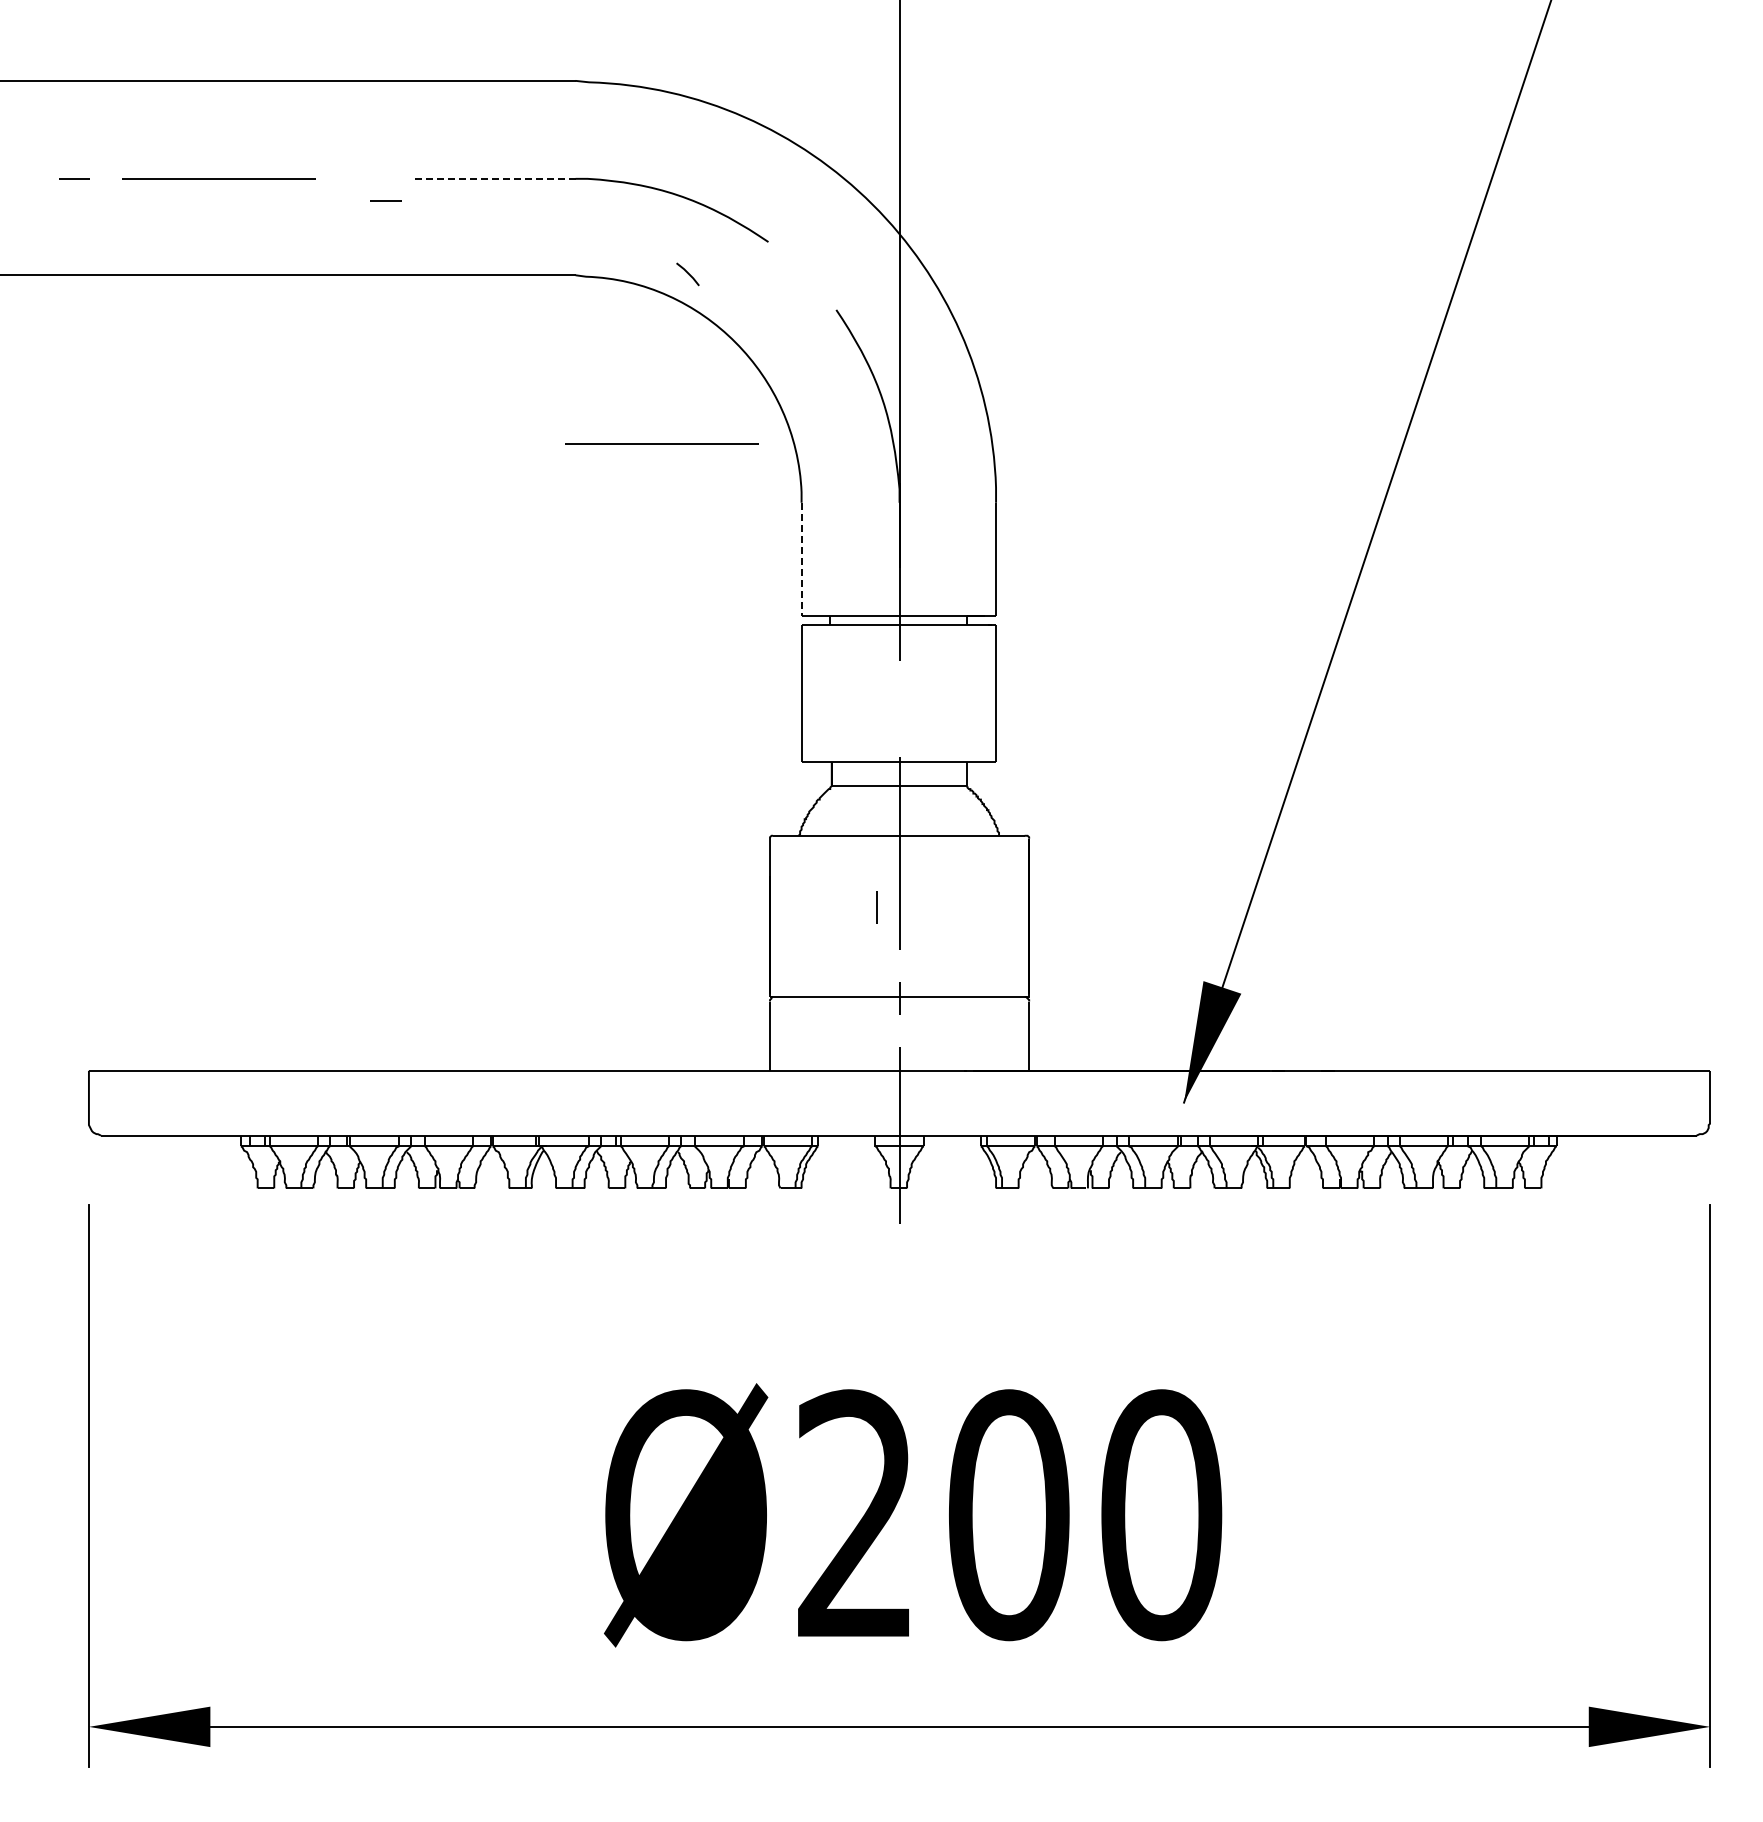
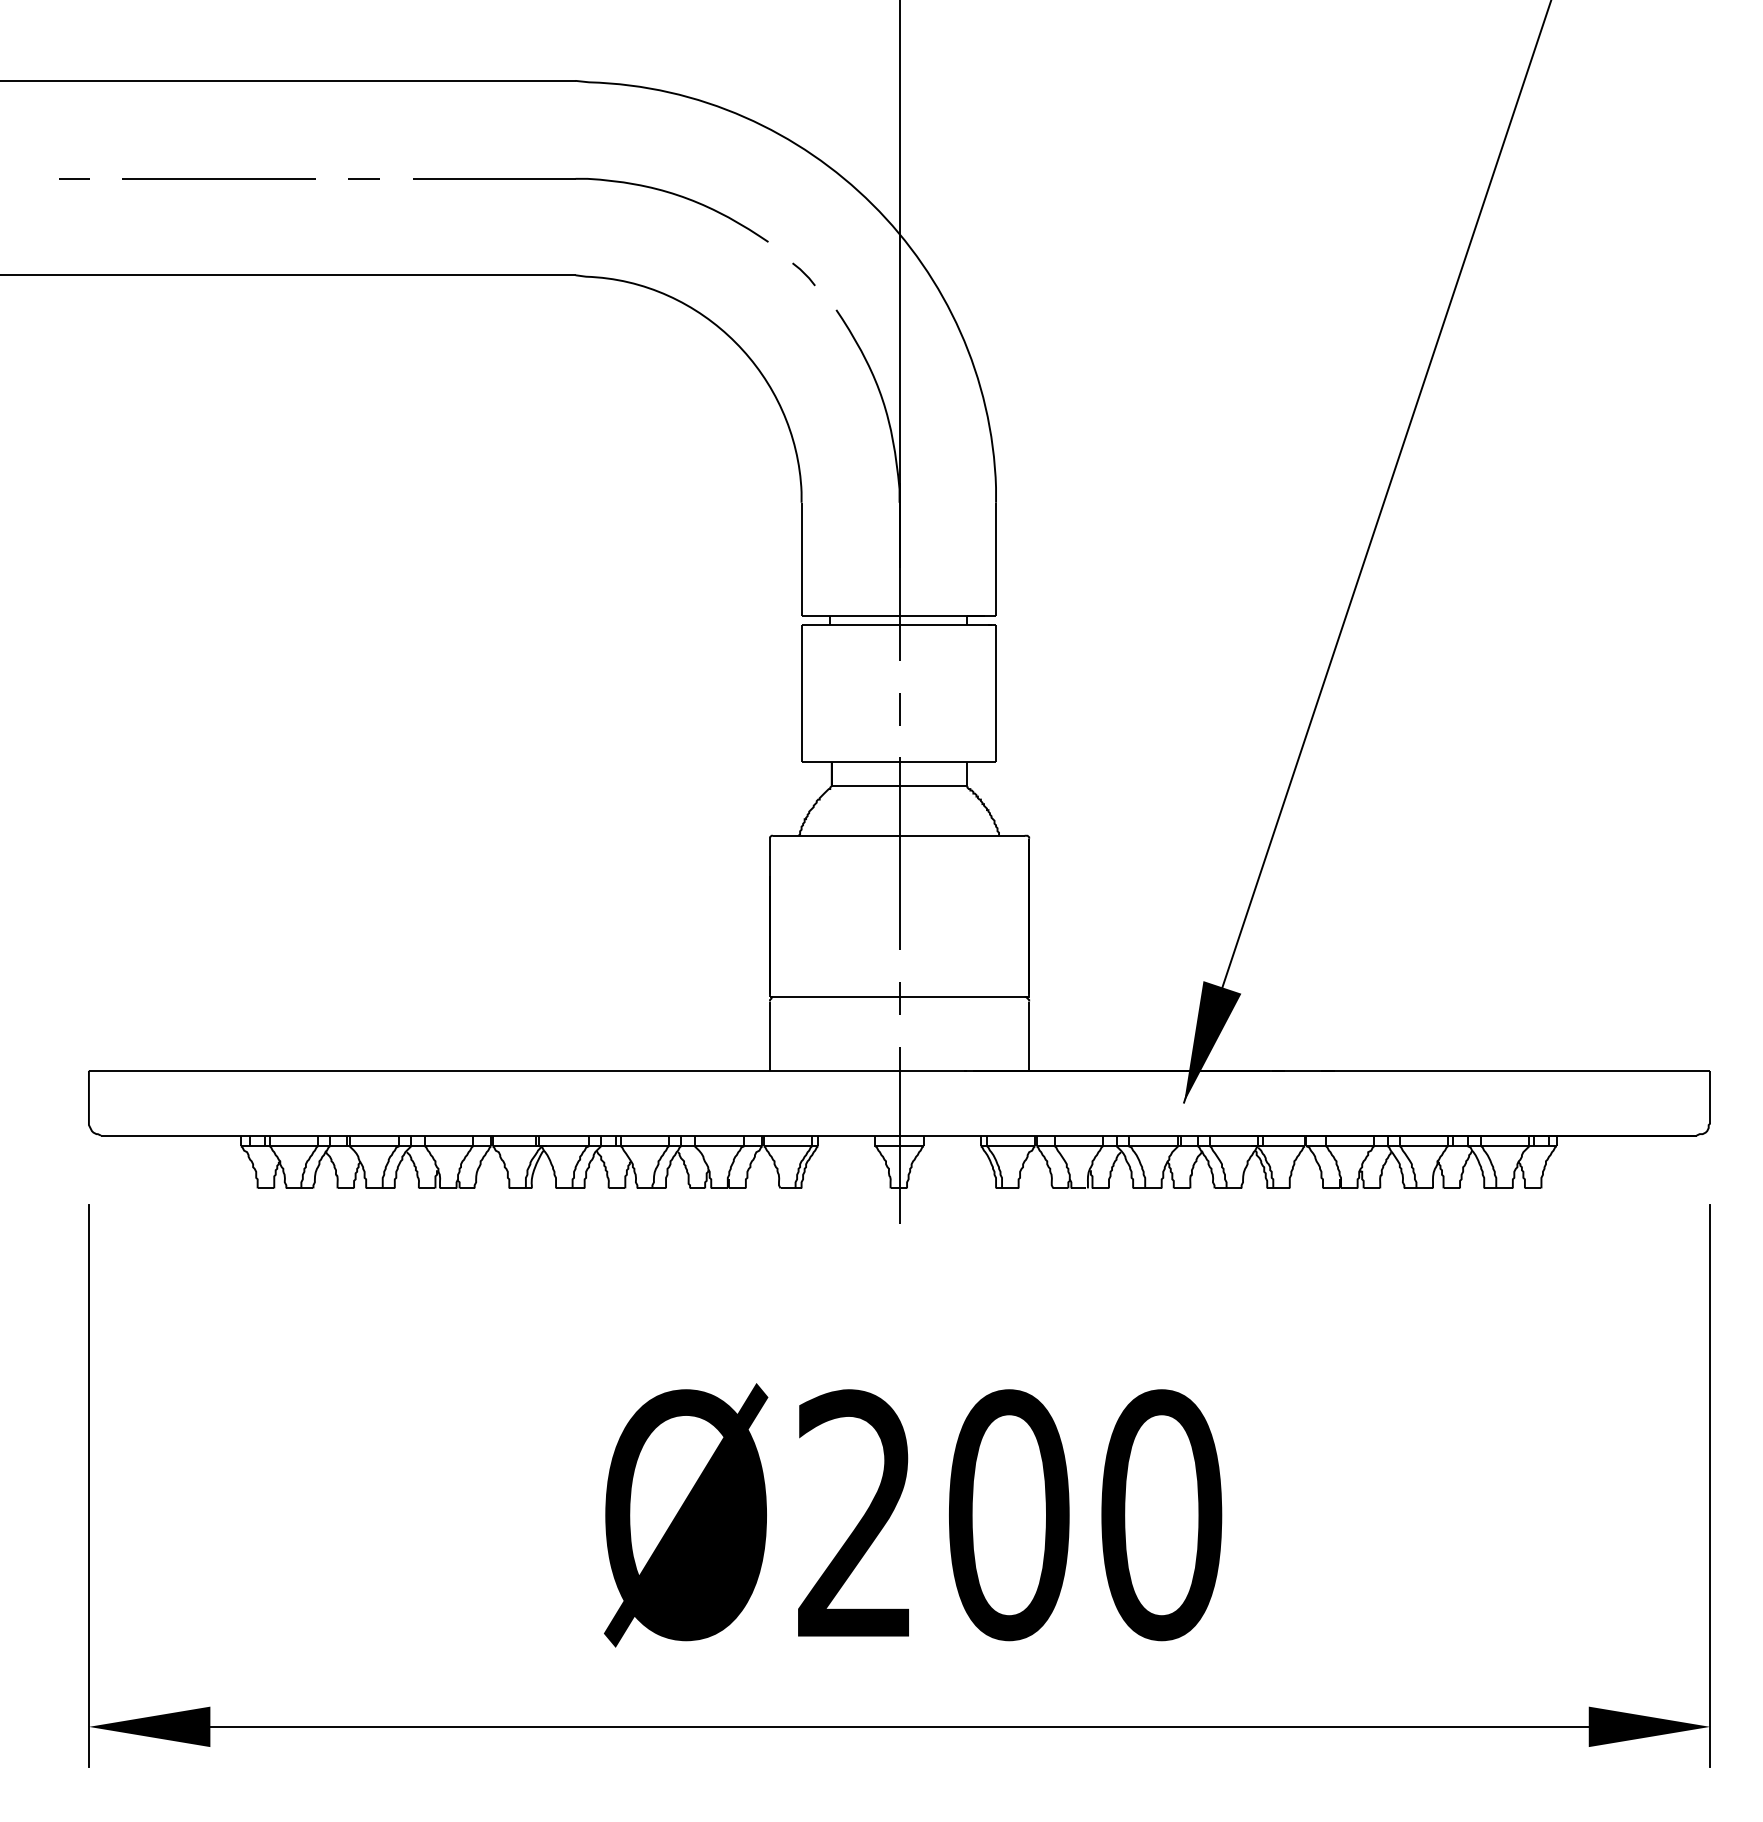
line at (493, 178): dashed -> solid
line at (385, 200) position: (385, 200) -> (363, 178)
line at (687, 273) position: (687, 273) -> (803, 273)
line at (661, 443): present -> none
line at (801, 559): dashed -> solid
line at (876, 907) position: (876, 907) -> (899, 709)
